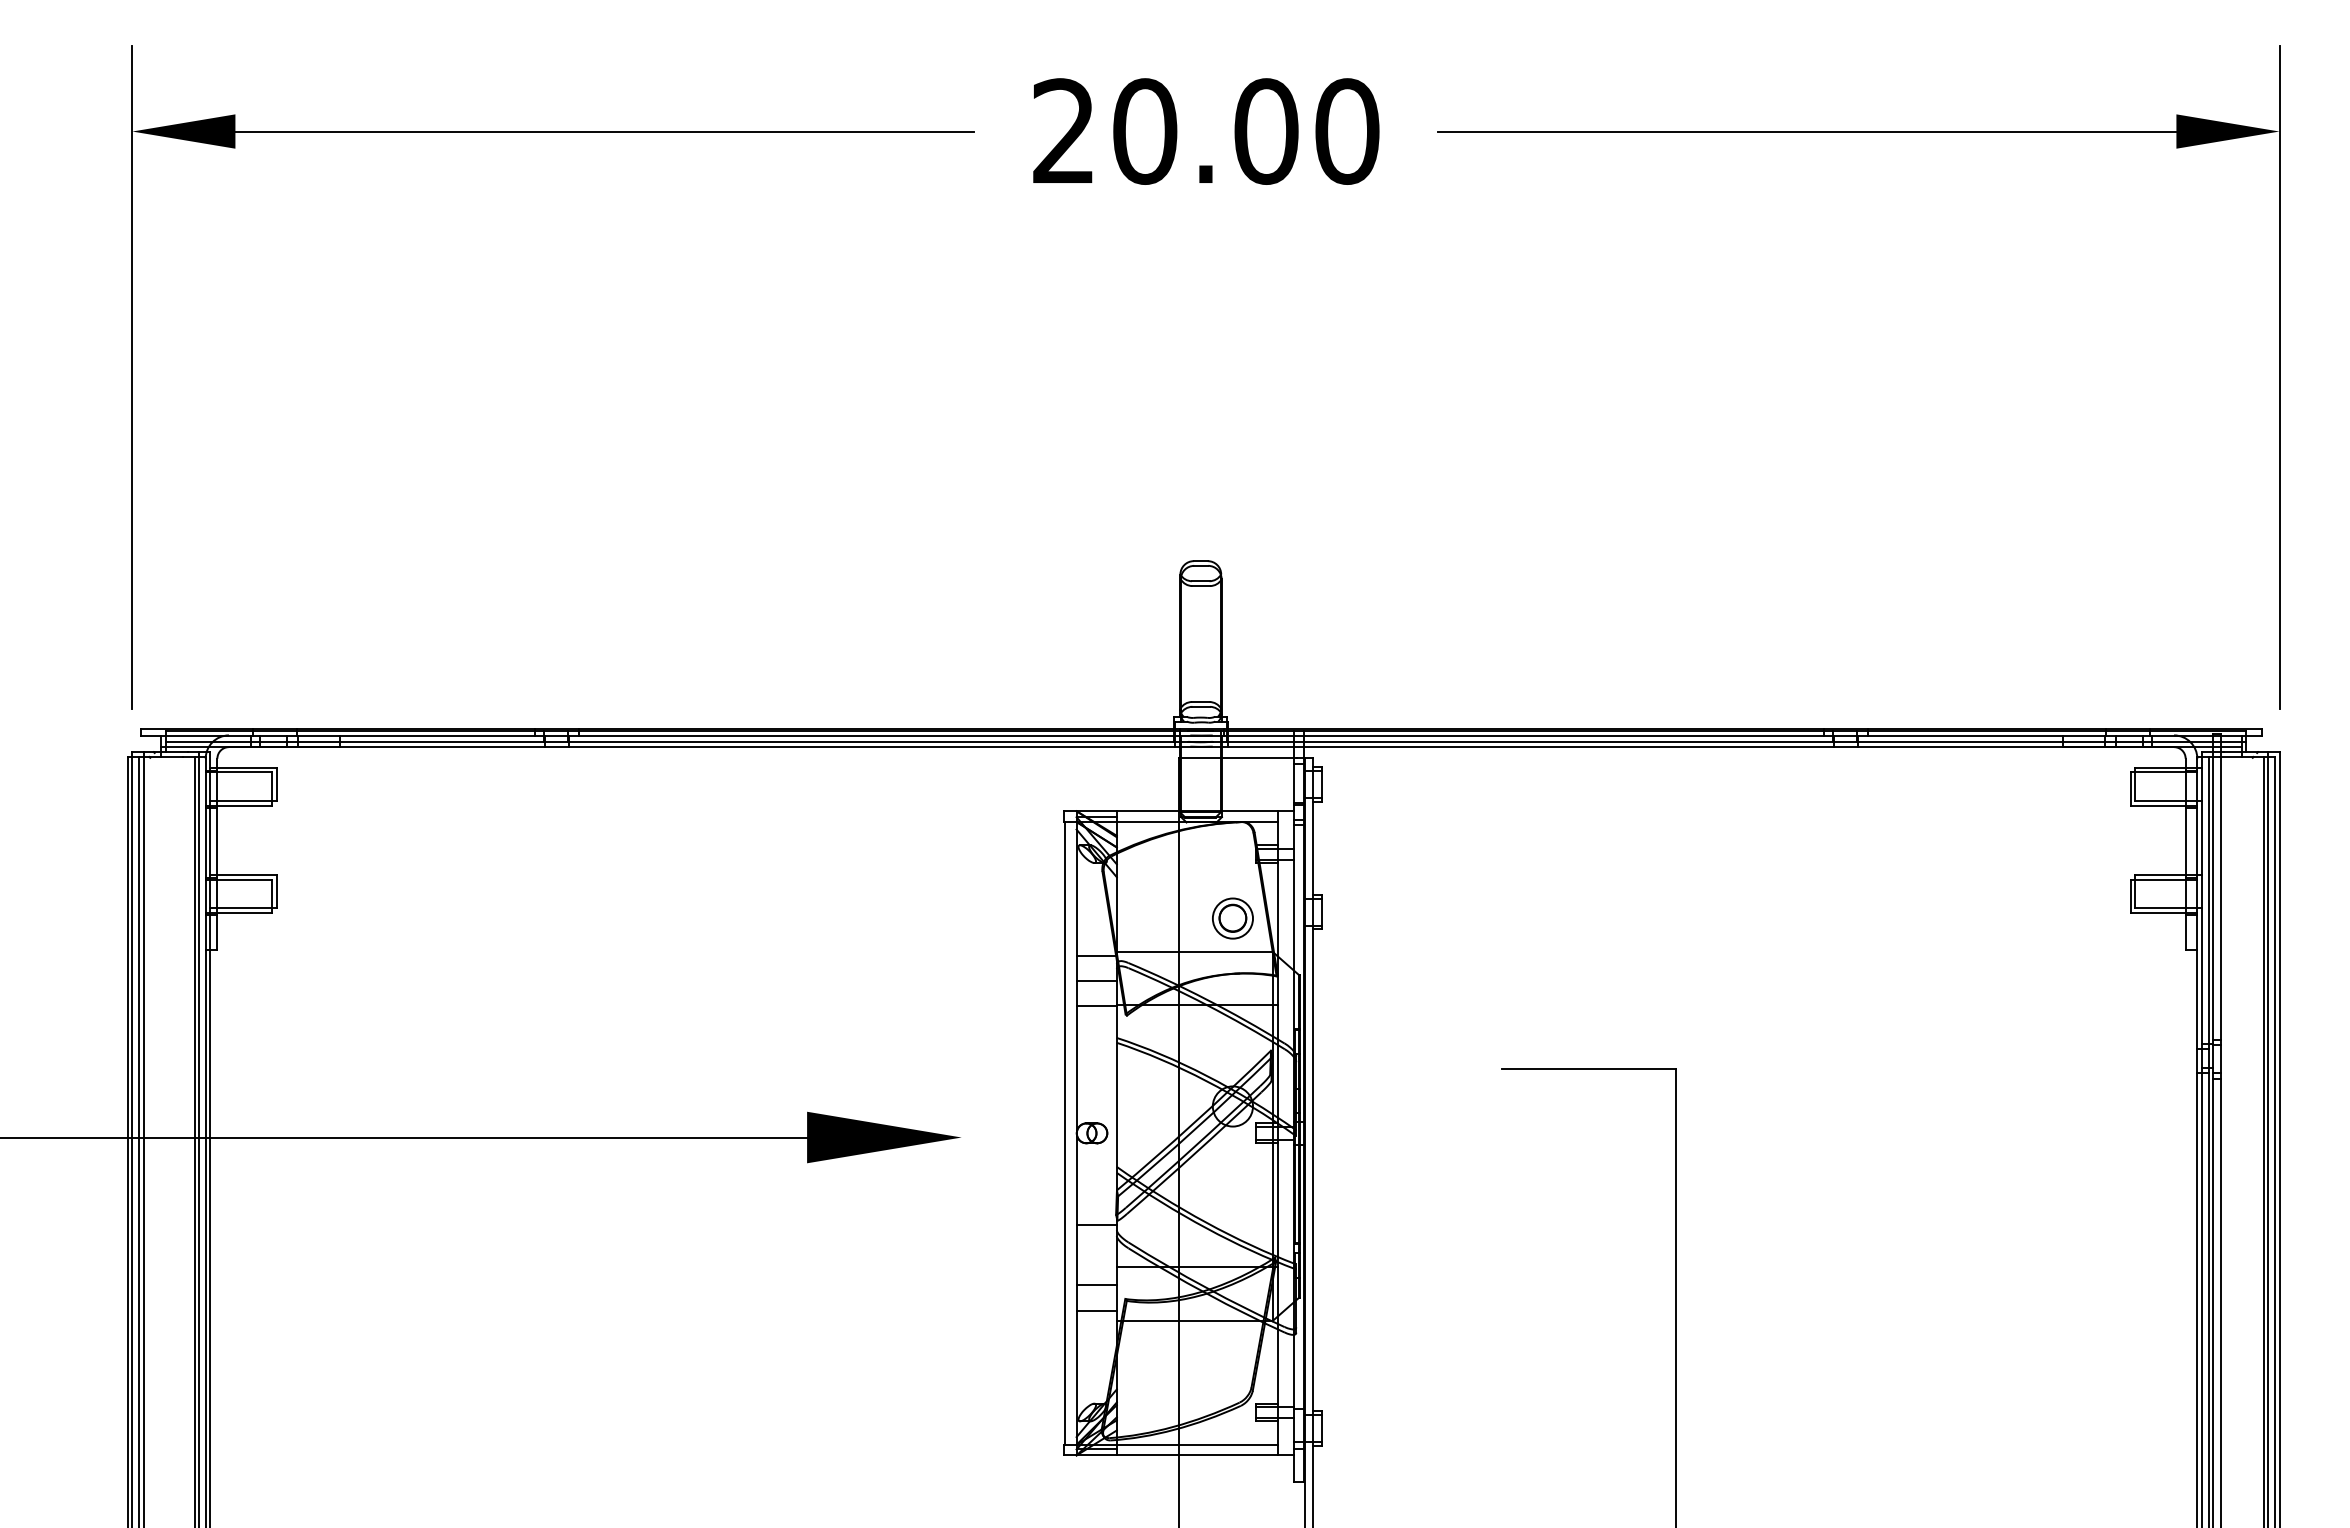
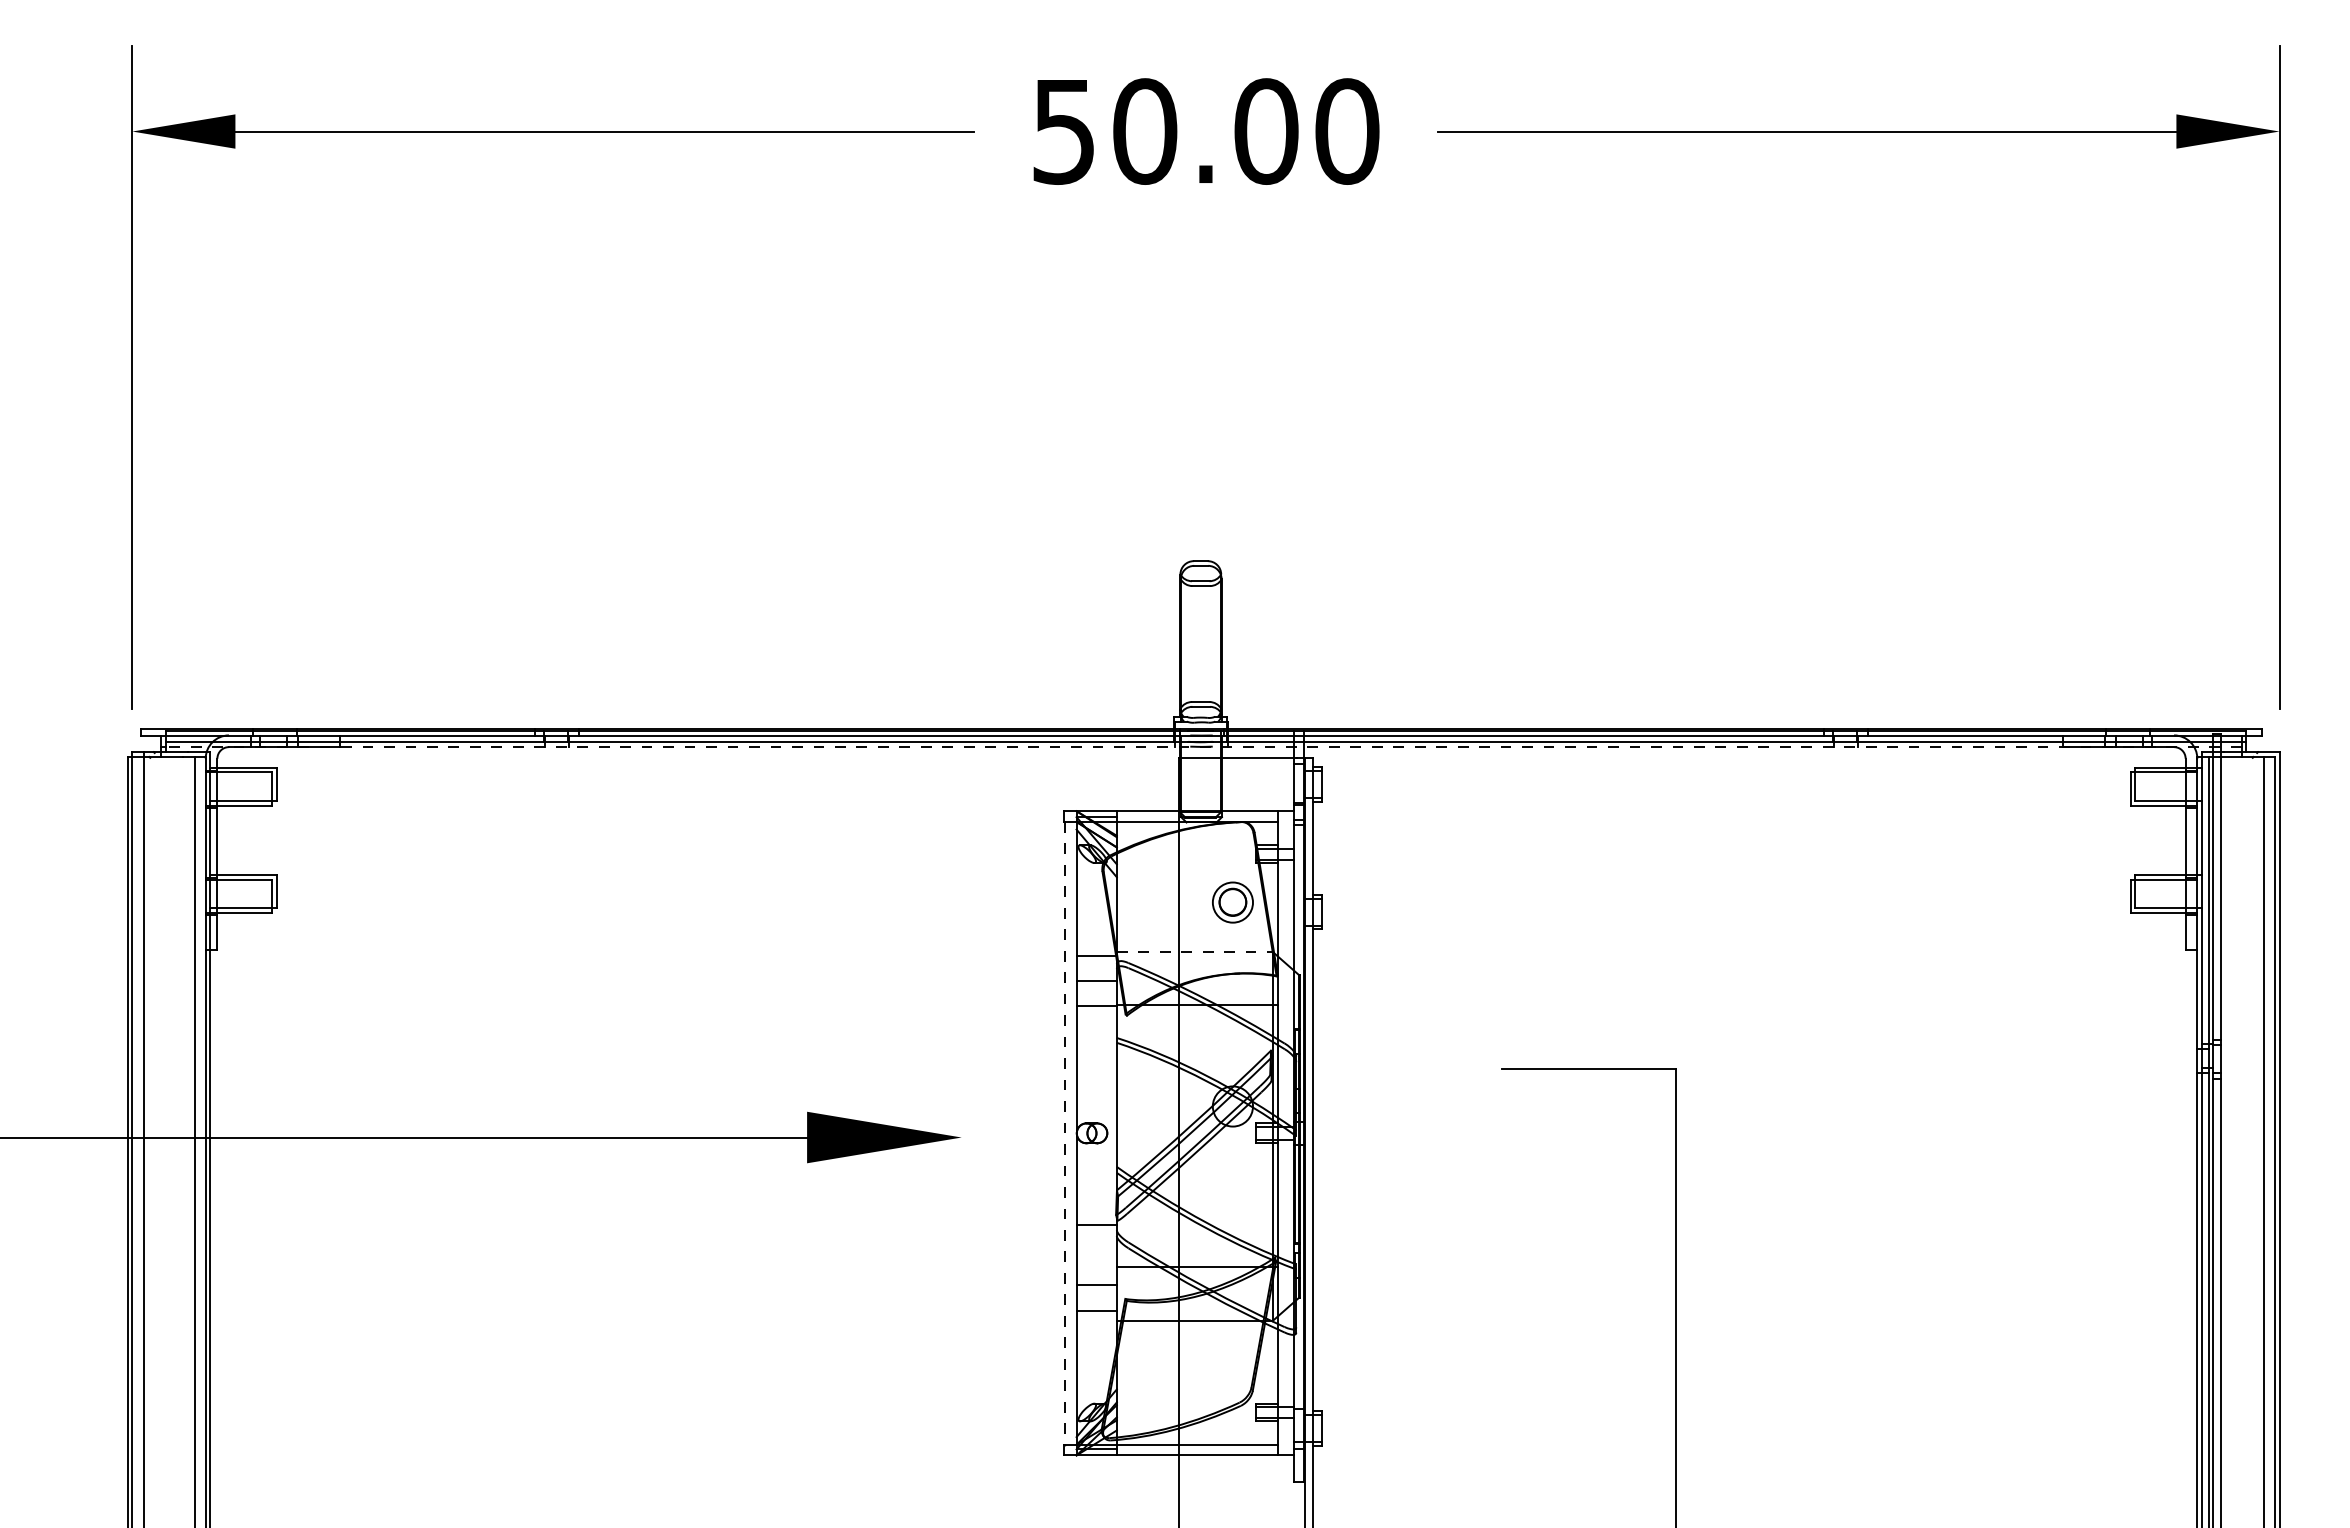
text at (1063, 131): 20.00 -> 50.00
line at (1203, 746): solid -> dashed
part at (1232, 918) position: (1232, 918) -> (1232, 902)
line at (1194, 951): solid -> dashed
line at (1064, 1133): solid -> dashed
line at (198, 1138): present -> none
line at (2268, 1138): present -> none
line at (139, 1140): present -> none
